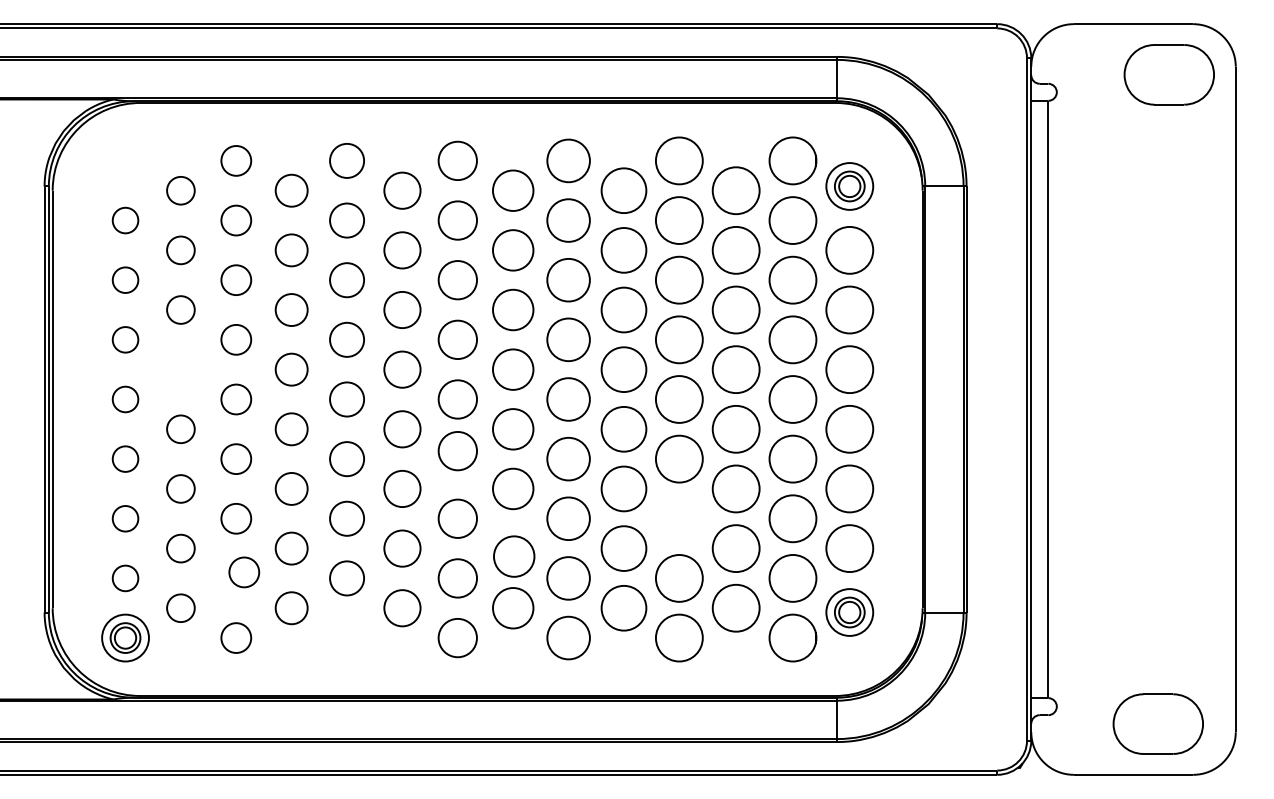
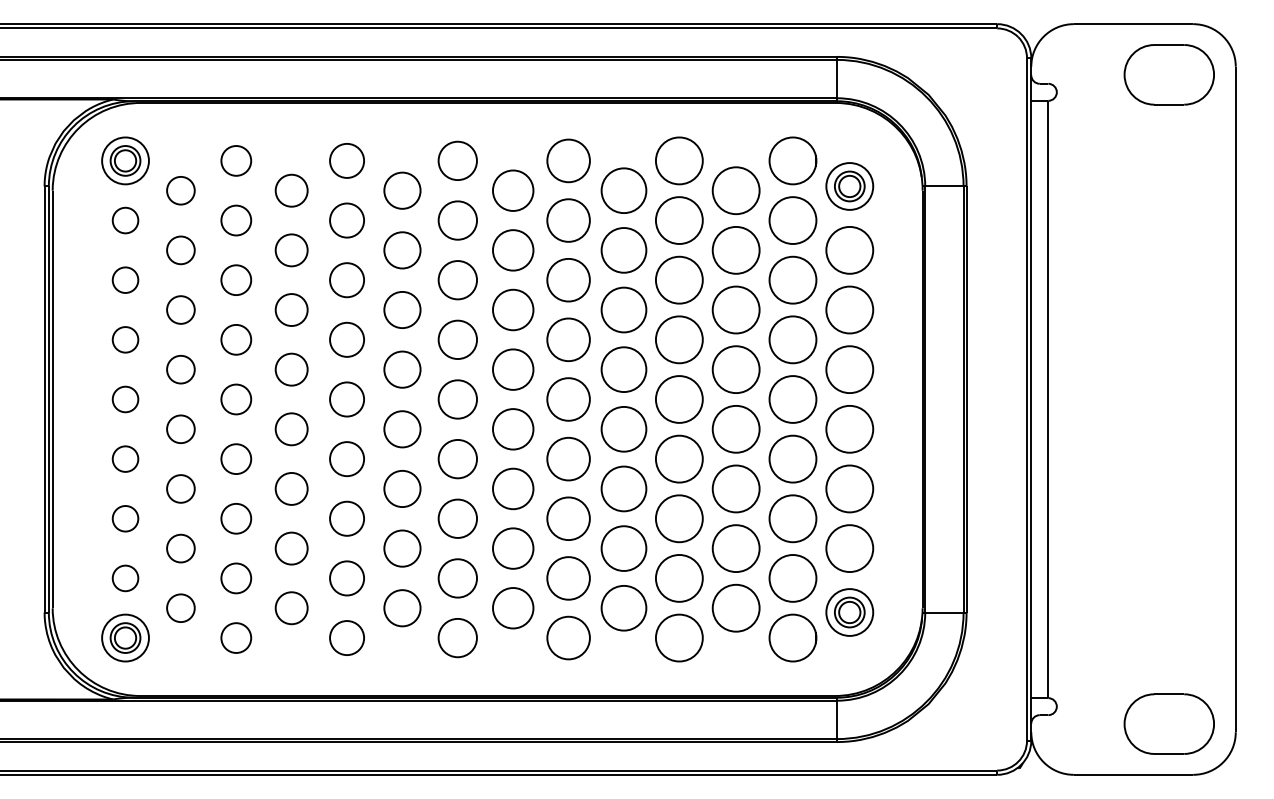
part at (125, 160): none -> present
curve at (169, 364): none -> present
curve at (440, 455) position: (440, 455) -> (440, 463)
curve at (673, 497): none -> present
curve at (529, 545) position: (529, 545) -> (528, 537)
curve at (257, 575) position: (257, 575) -> (249, 581)
curve at (336, 626): none -> present
part at (1157, 723) position: (1157, 723) -> (1168, 723)
